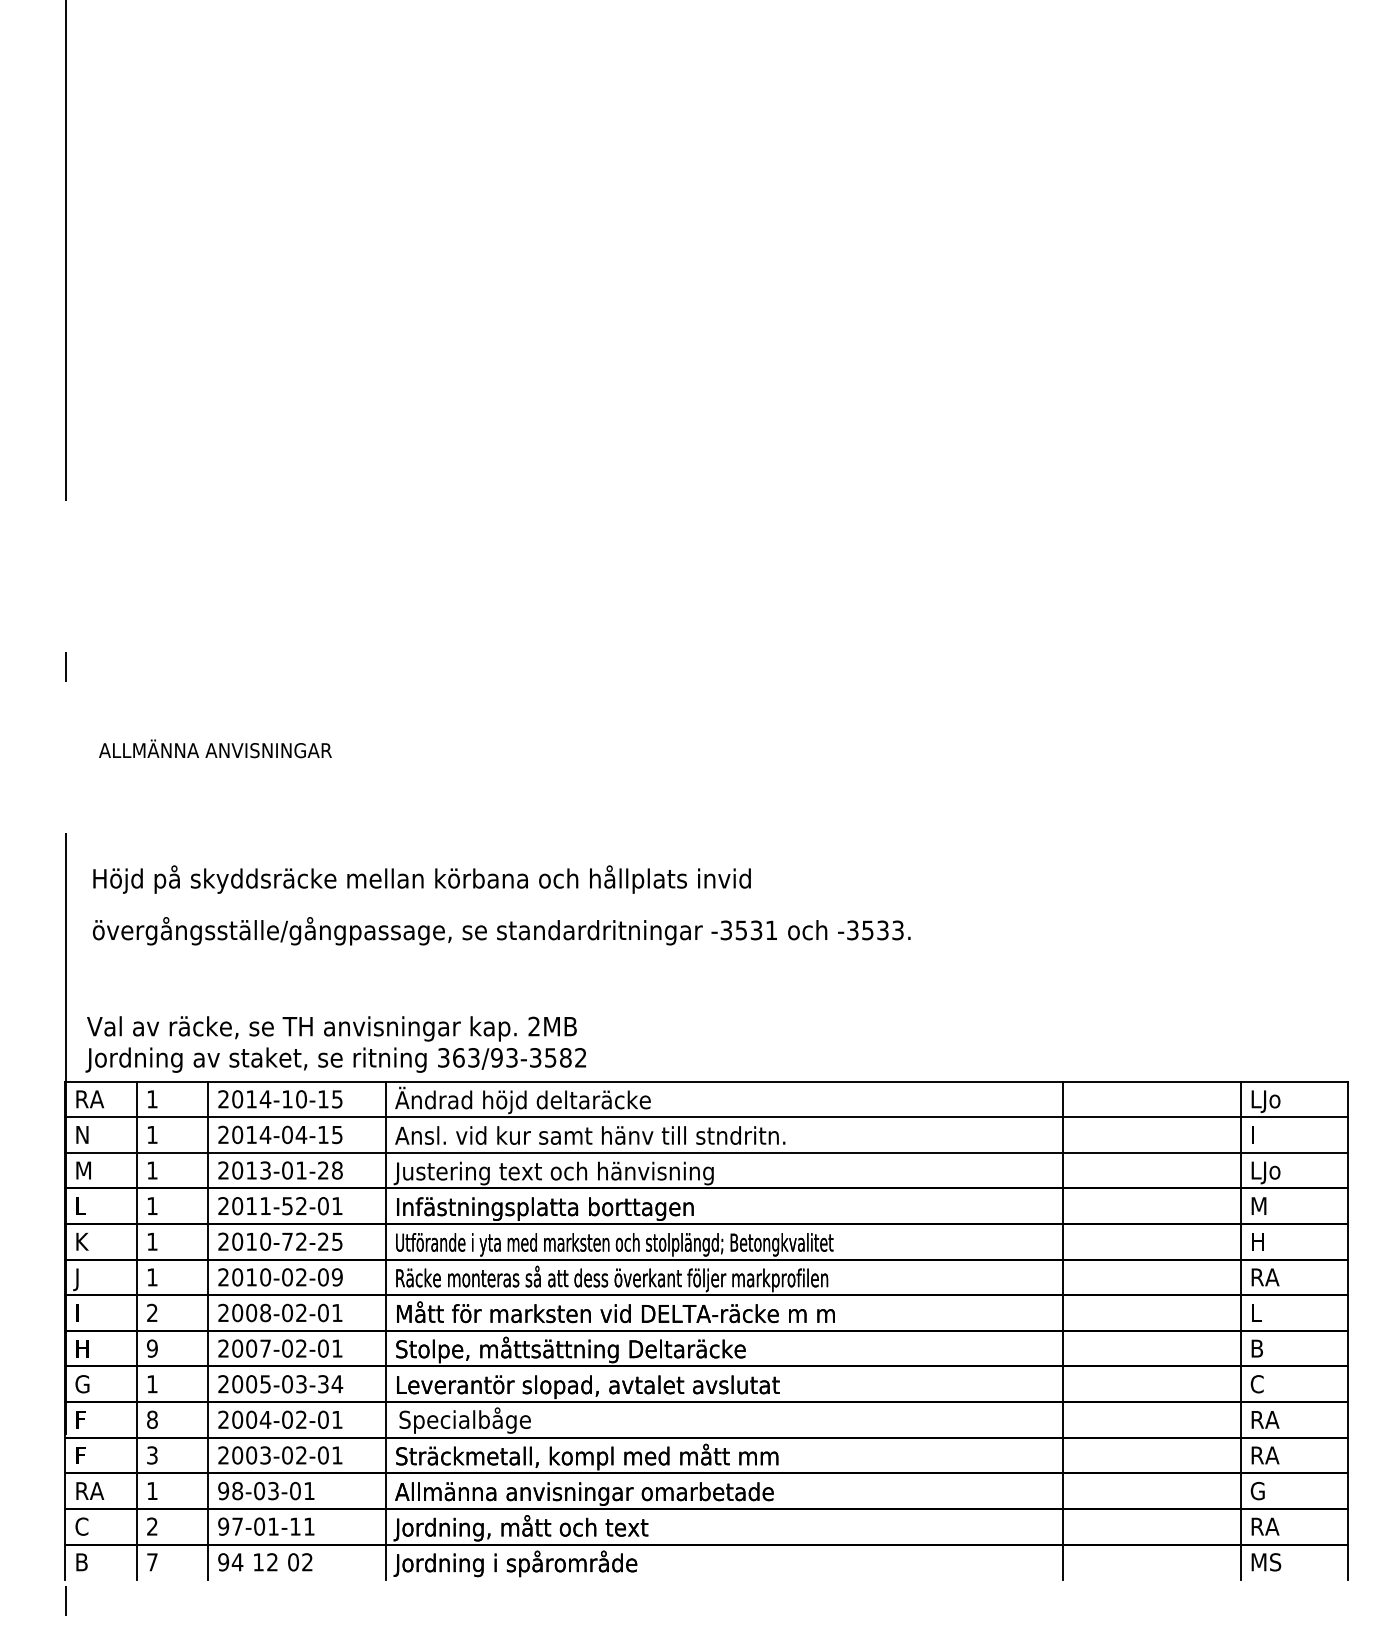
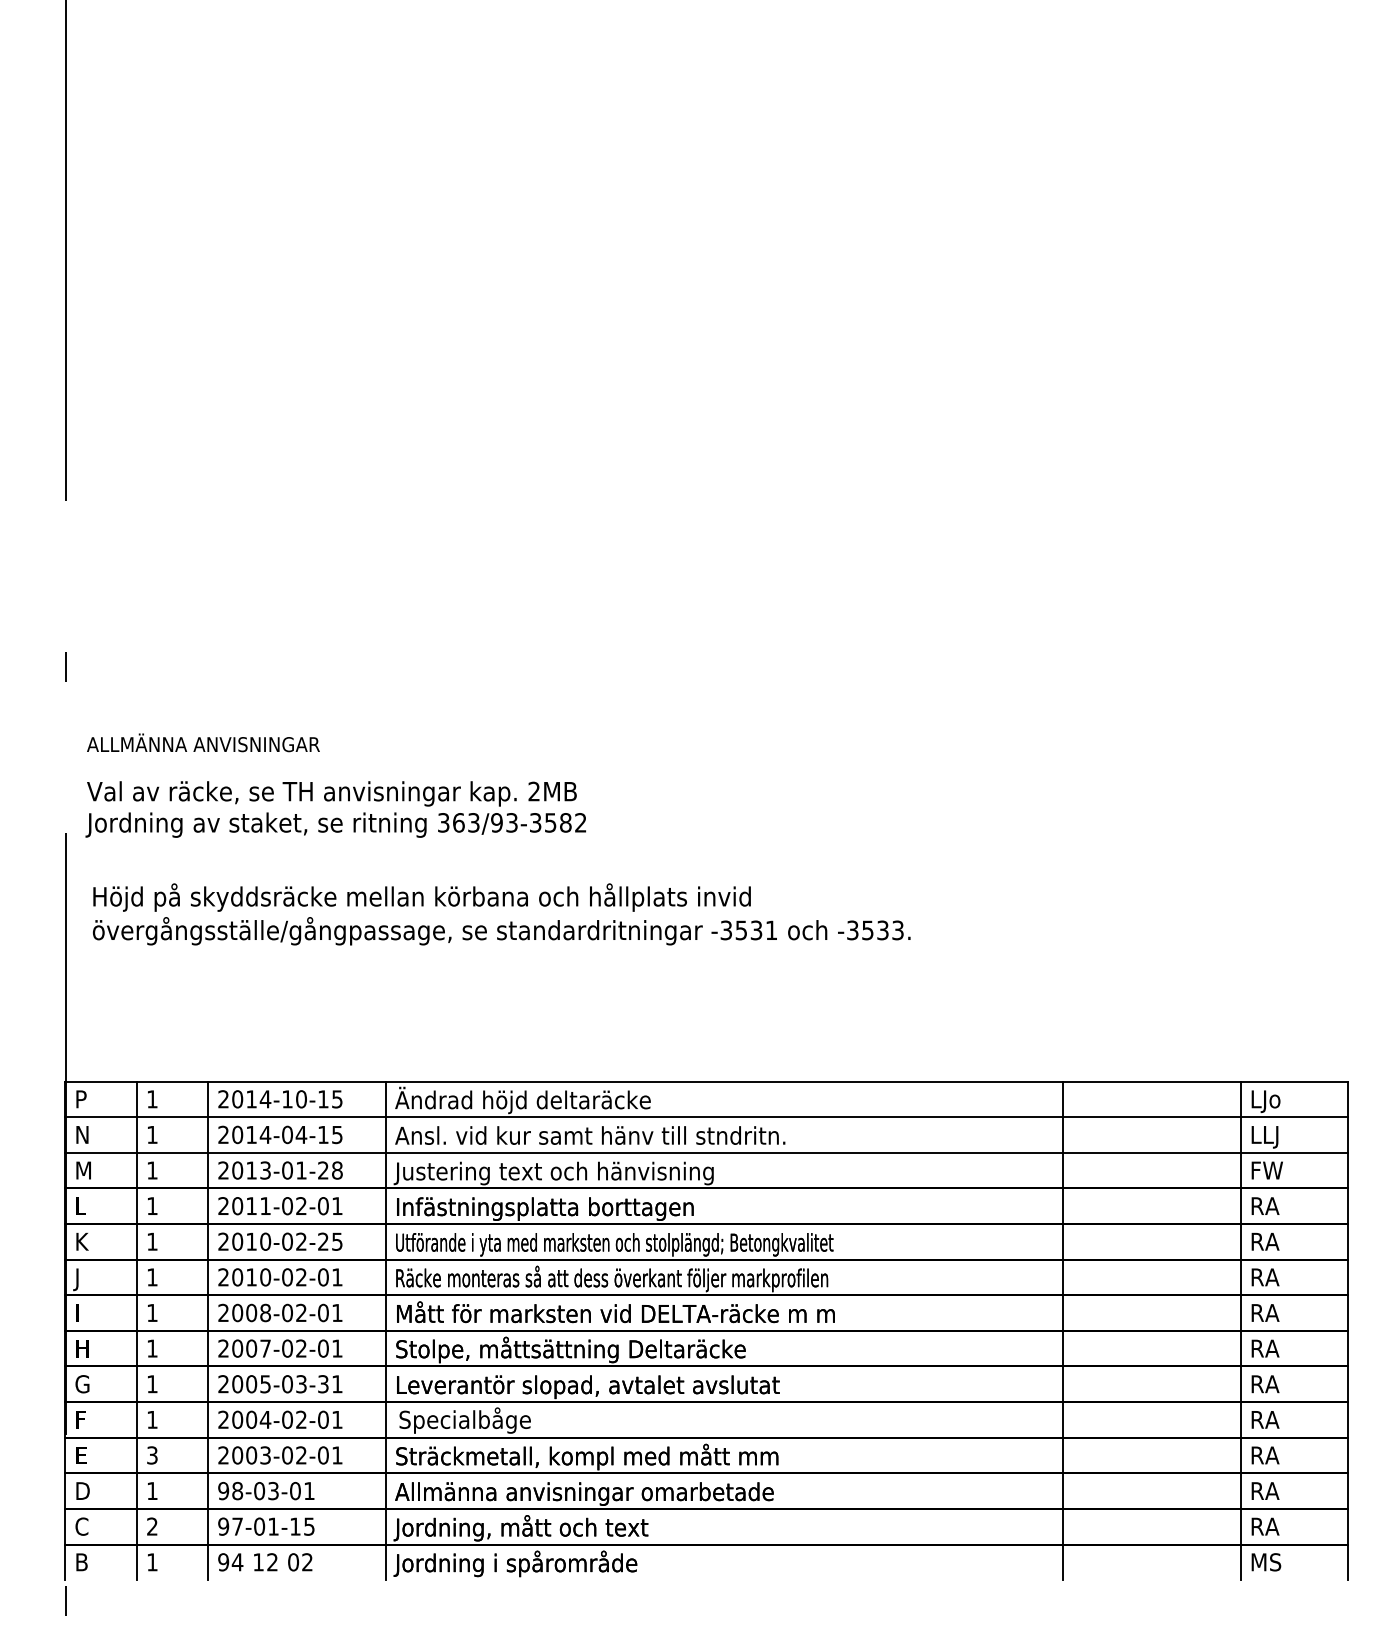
text at (215, 748) position: (215, 748) -> (203, 742)
text at (421, 879) position: (421, 879) -> (421, 897)
text at (335, 1044) position: (335, 1044) -> (335, 809)
text at (91, 1099): RA -> P
text at (1264, 1137): I -> LLJ
text at (1267, 1172): LJo -> FW
text at (1266, 1205): M -> RA
text at (287, 1206): 2011-52-01 -> 2011-02-01
text at (287, 1241): 2010-72-25 -> 2010-02-25
text at (1265, 1241): H -> RA
text at (336, 1277): 2010-02-09 -> 2010-02-01
text at (152, 1312): 2 -> 1
text at (1265, 1312): L -> RA
text at (152, 1348): 9 -> 1
text at (1266, 1348): B -> RA
text at (337, 1384): 2005-03-34 -> 2005-03-31
text at (1264, 1384): C -> RA
text at (152, 1419): 8 -> 1
text at (82, 1455): F -> E
text at (91, 1490): RA -> D
text at (1264, 1490): G -> RA
text at (309, 1526): 97-01-11 -> 97-01-15
text at (152, 1562): 7 -> 1
